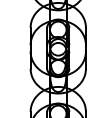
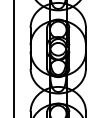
line at (14, 58): none -> present
